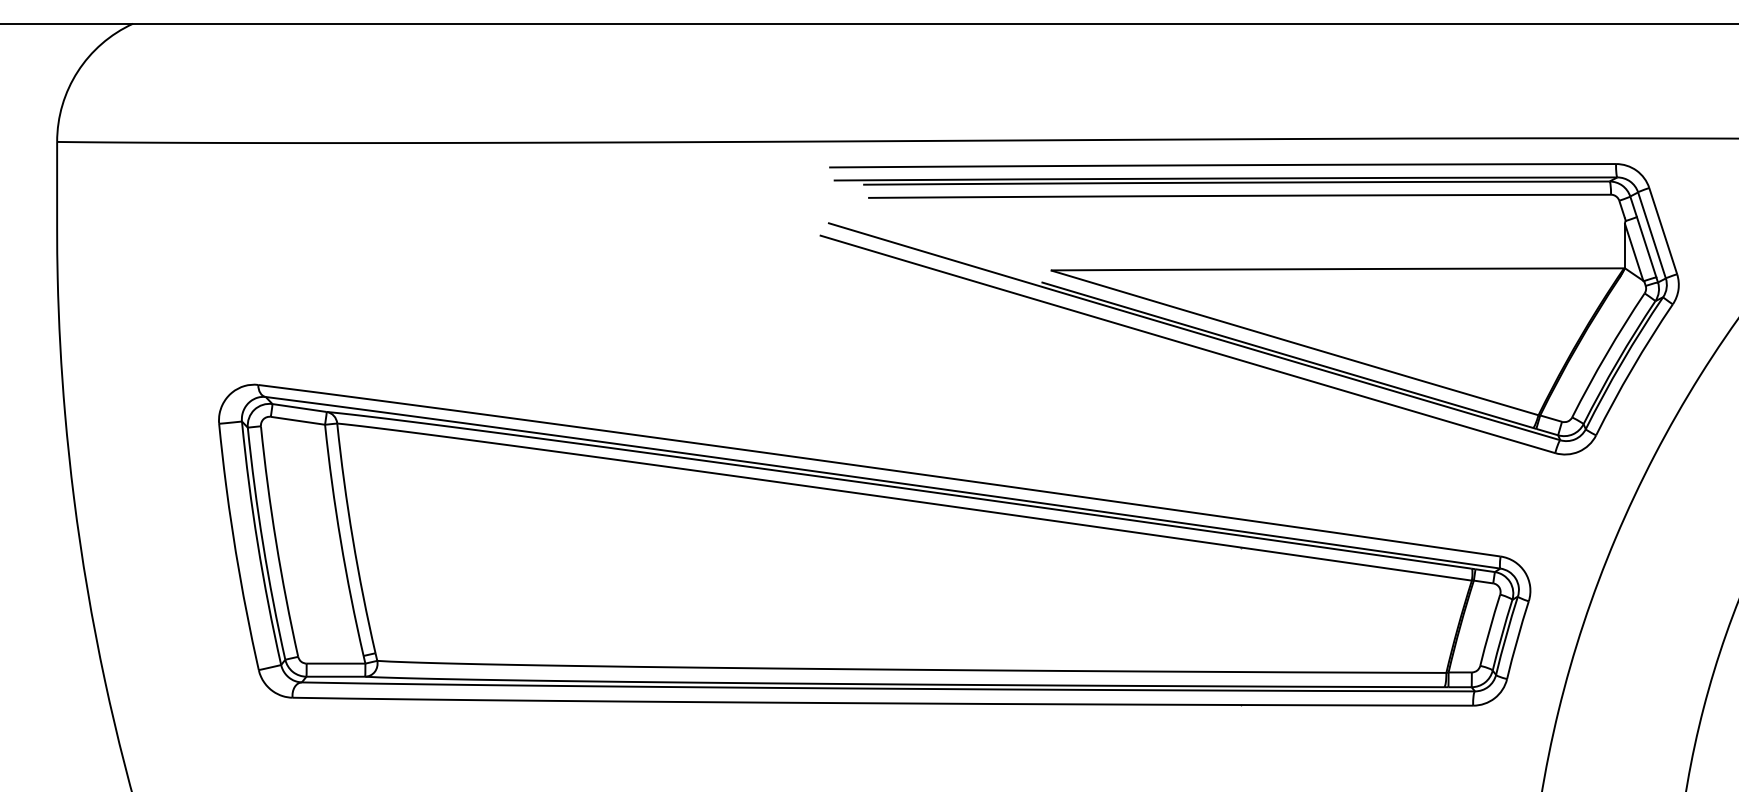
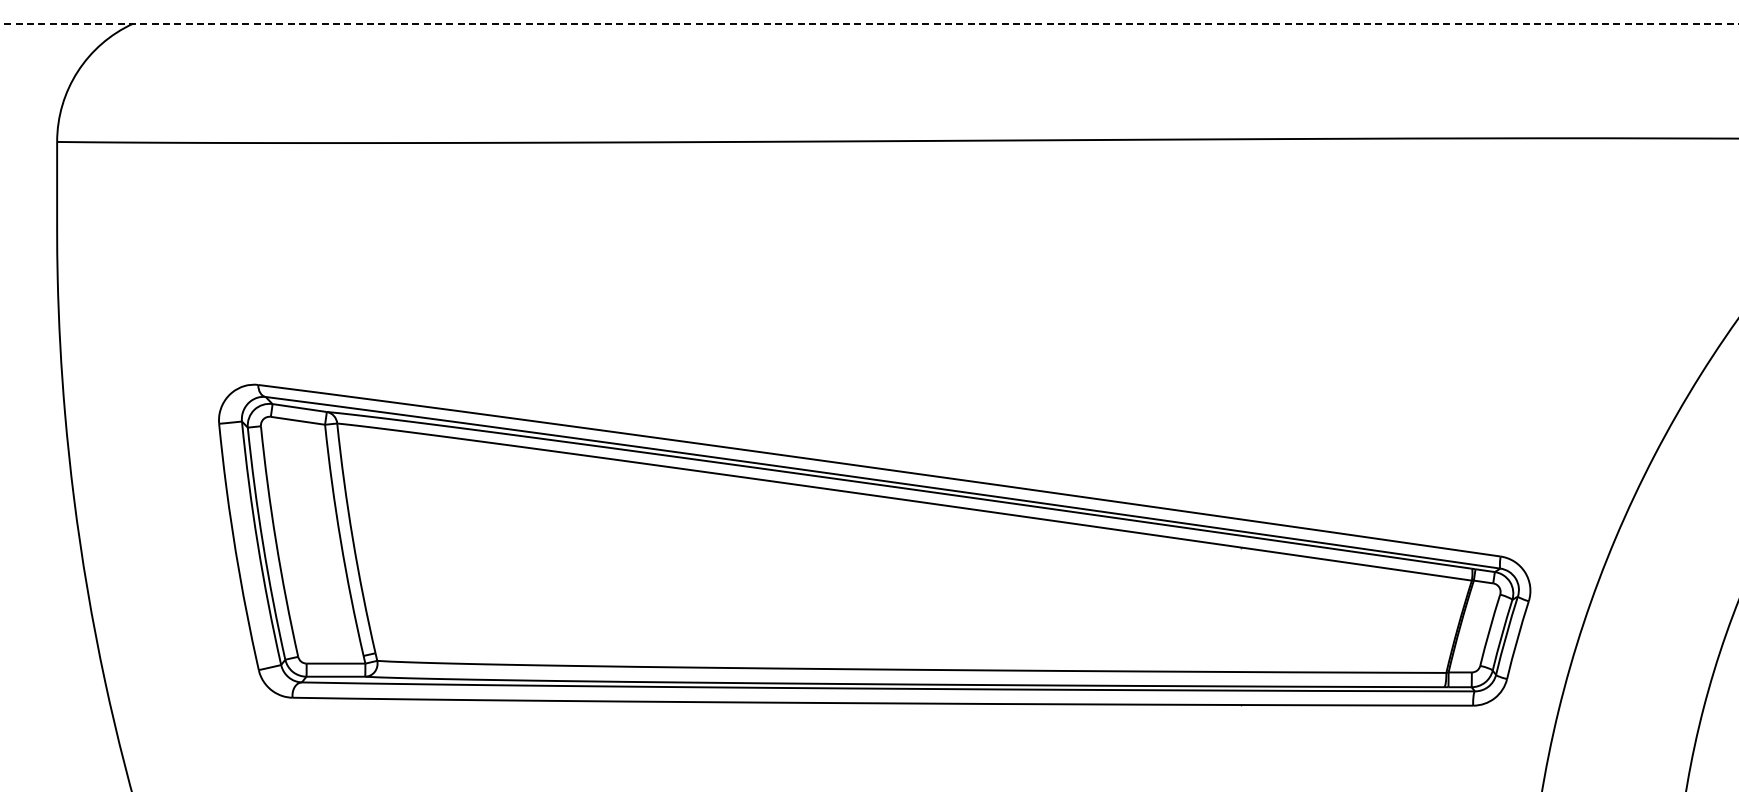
line at (869, 23): solid -> dashed
part at (1249, 309): present -> none
